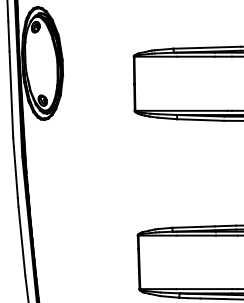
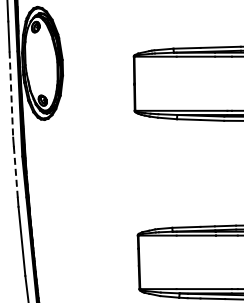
line at (11, 95): solid -> dashed
line at (15, 172): solid -> dashed
